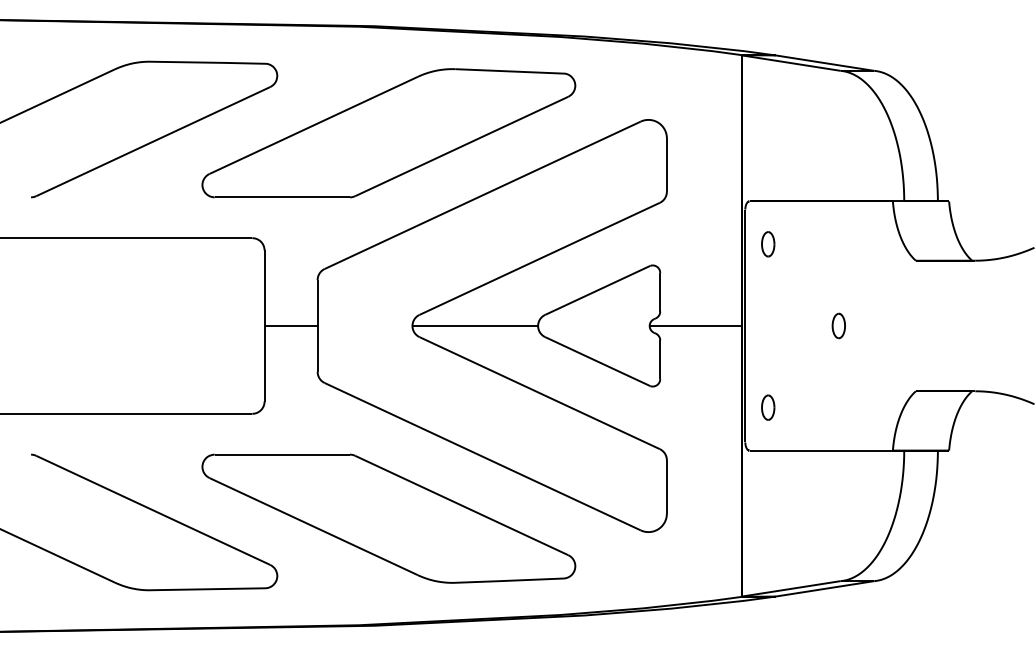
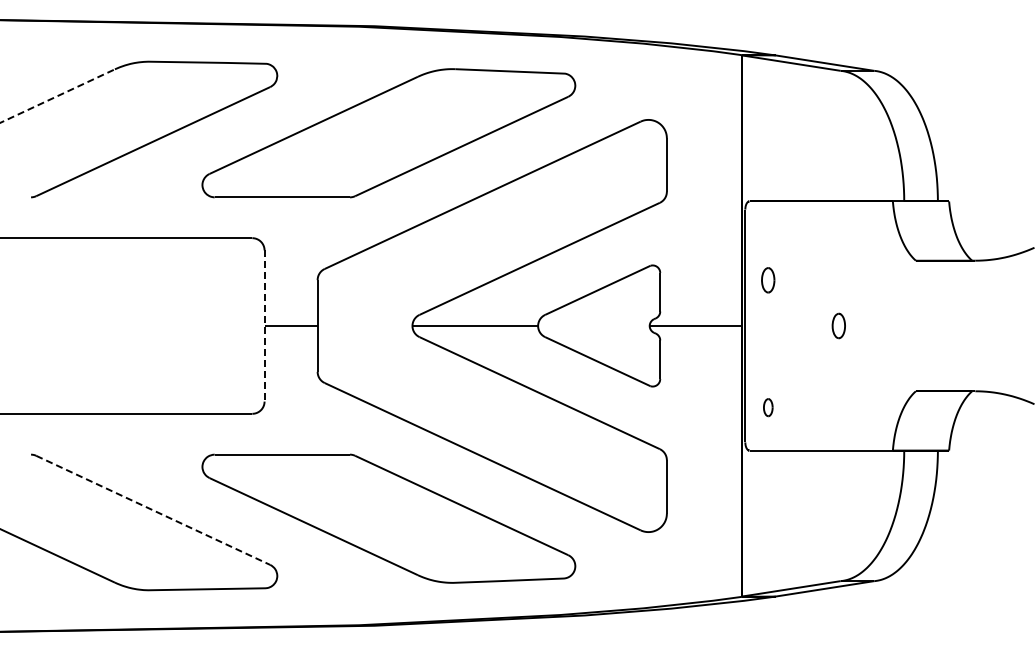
line at (58, 95): solid -> dashed
part at (768, 244) position: (768, 244) -> (768, 280)
line at (264, 326): solid -> dashed
part at (768, 407) size: 15x27 px -> 11x20 px
line at (153, 510): solid -> dashed
